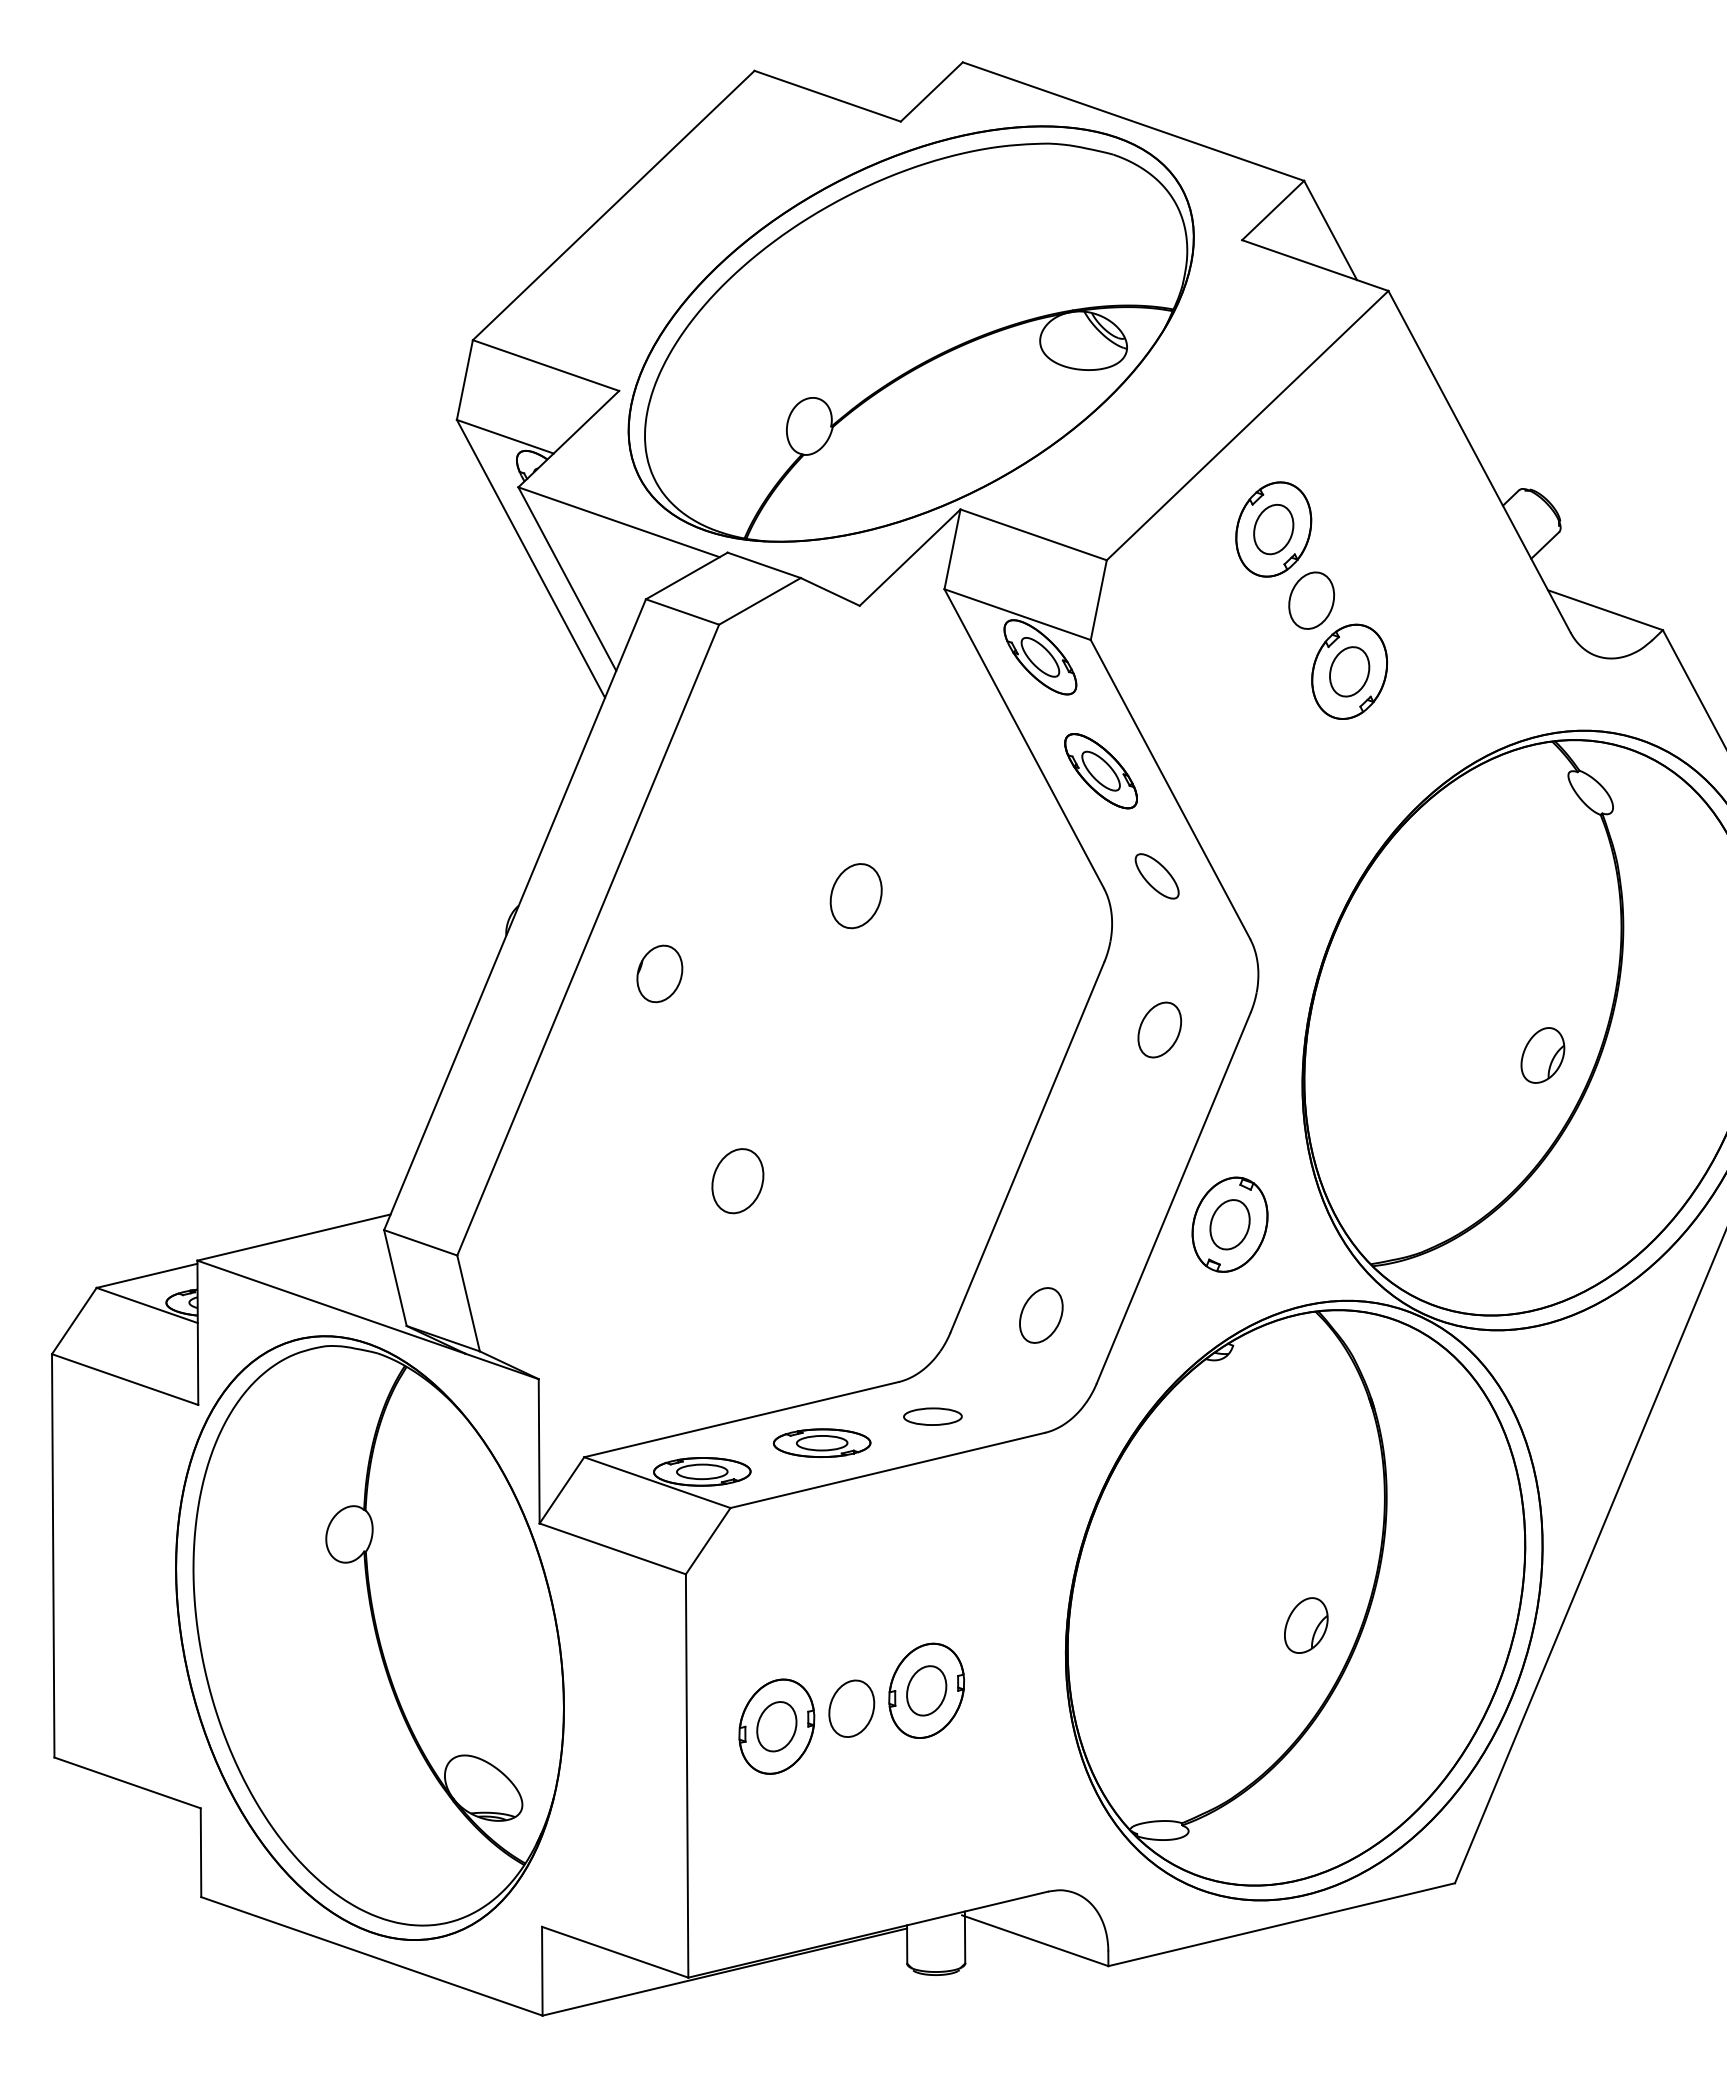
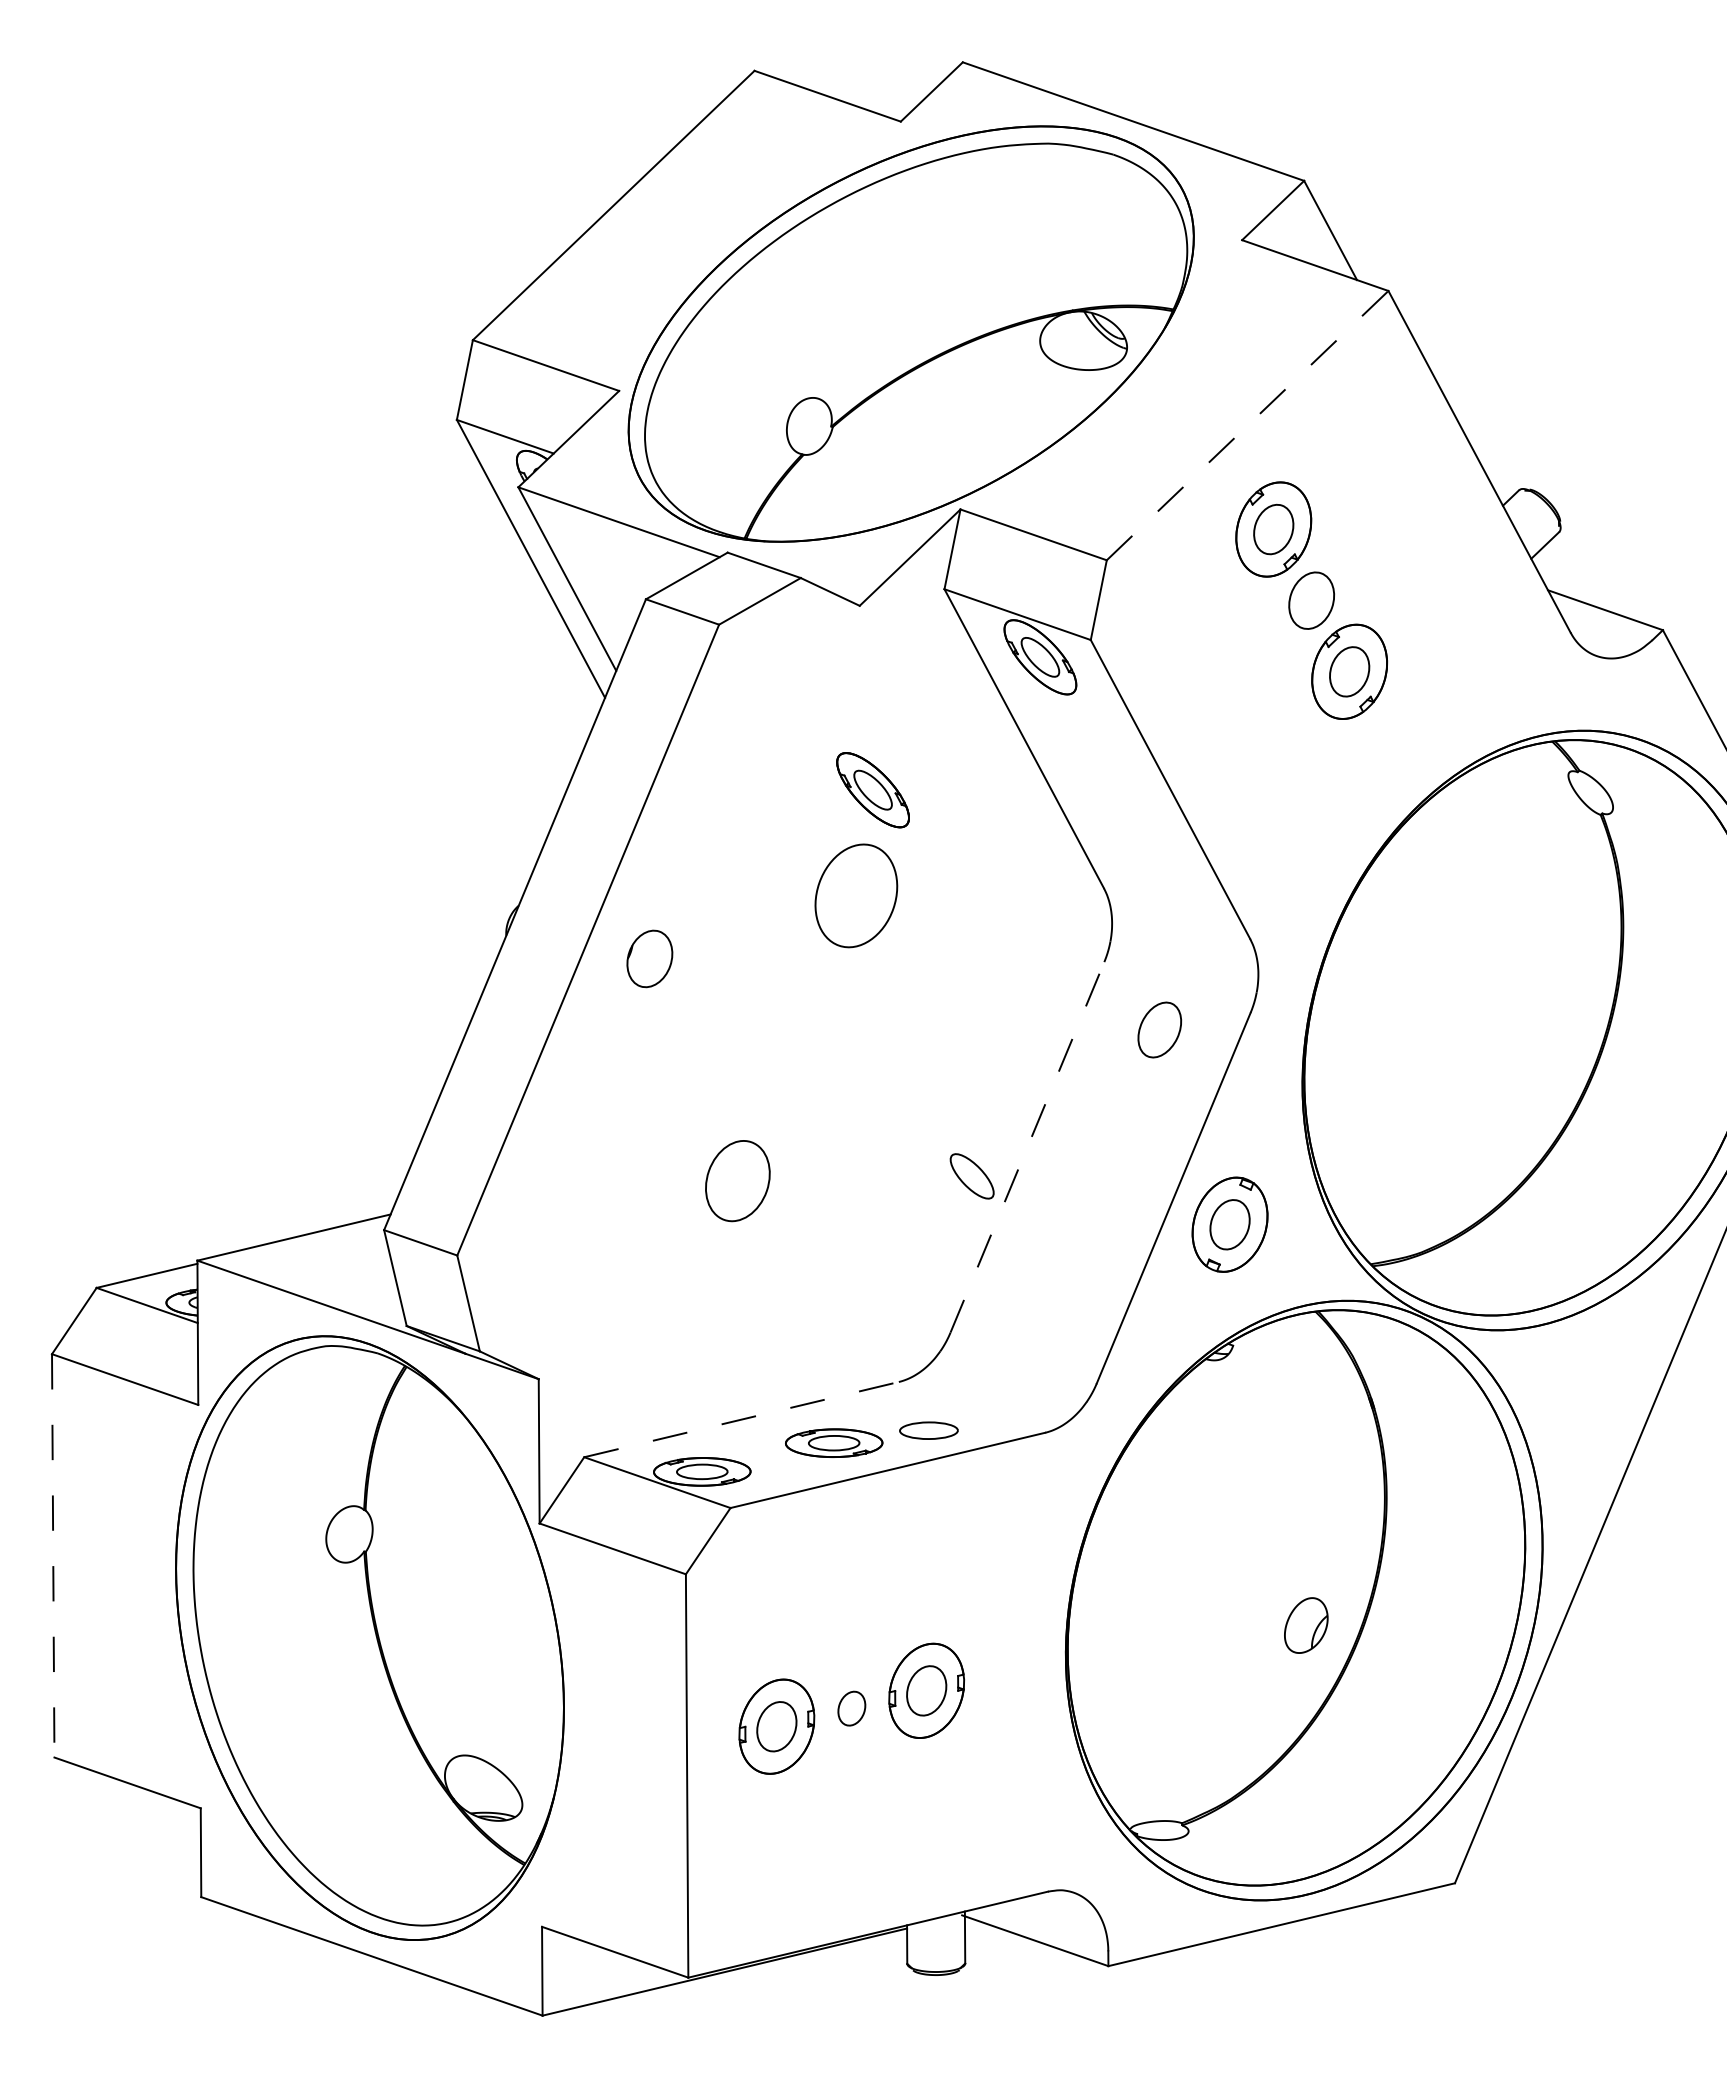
line at (1247, 425): solid -> dashed
part at (1100, 771) position: (1100, 771) -> (872, 790)
part at (1156, 876) position: (1156, 876) -> (971, 1176)
part at (855, 896) size: 54x67 px -> 85x106 px
part at (659, 973) position: (659, 973) -> (649, 958)
part at (1542, 1055): present -> none
line at (1027, 1147): solid -> dashed
part at (737, 1181) size: 54x67 px -> 66x83 px
part at (1041, 1315): present -> none
part at (932, 1416) position: (932, 1416) -> (928, 1430)
line at (741, 1419): solid -> dashed
part at (822, 1442) position: (822, 1442) -> (834, 1442)
line at (53, 1555): solid -> dashed
part at (851, 1708) size: 48x59 px -> 30x37 px
